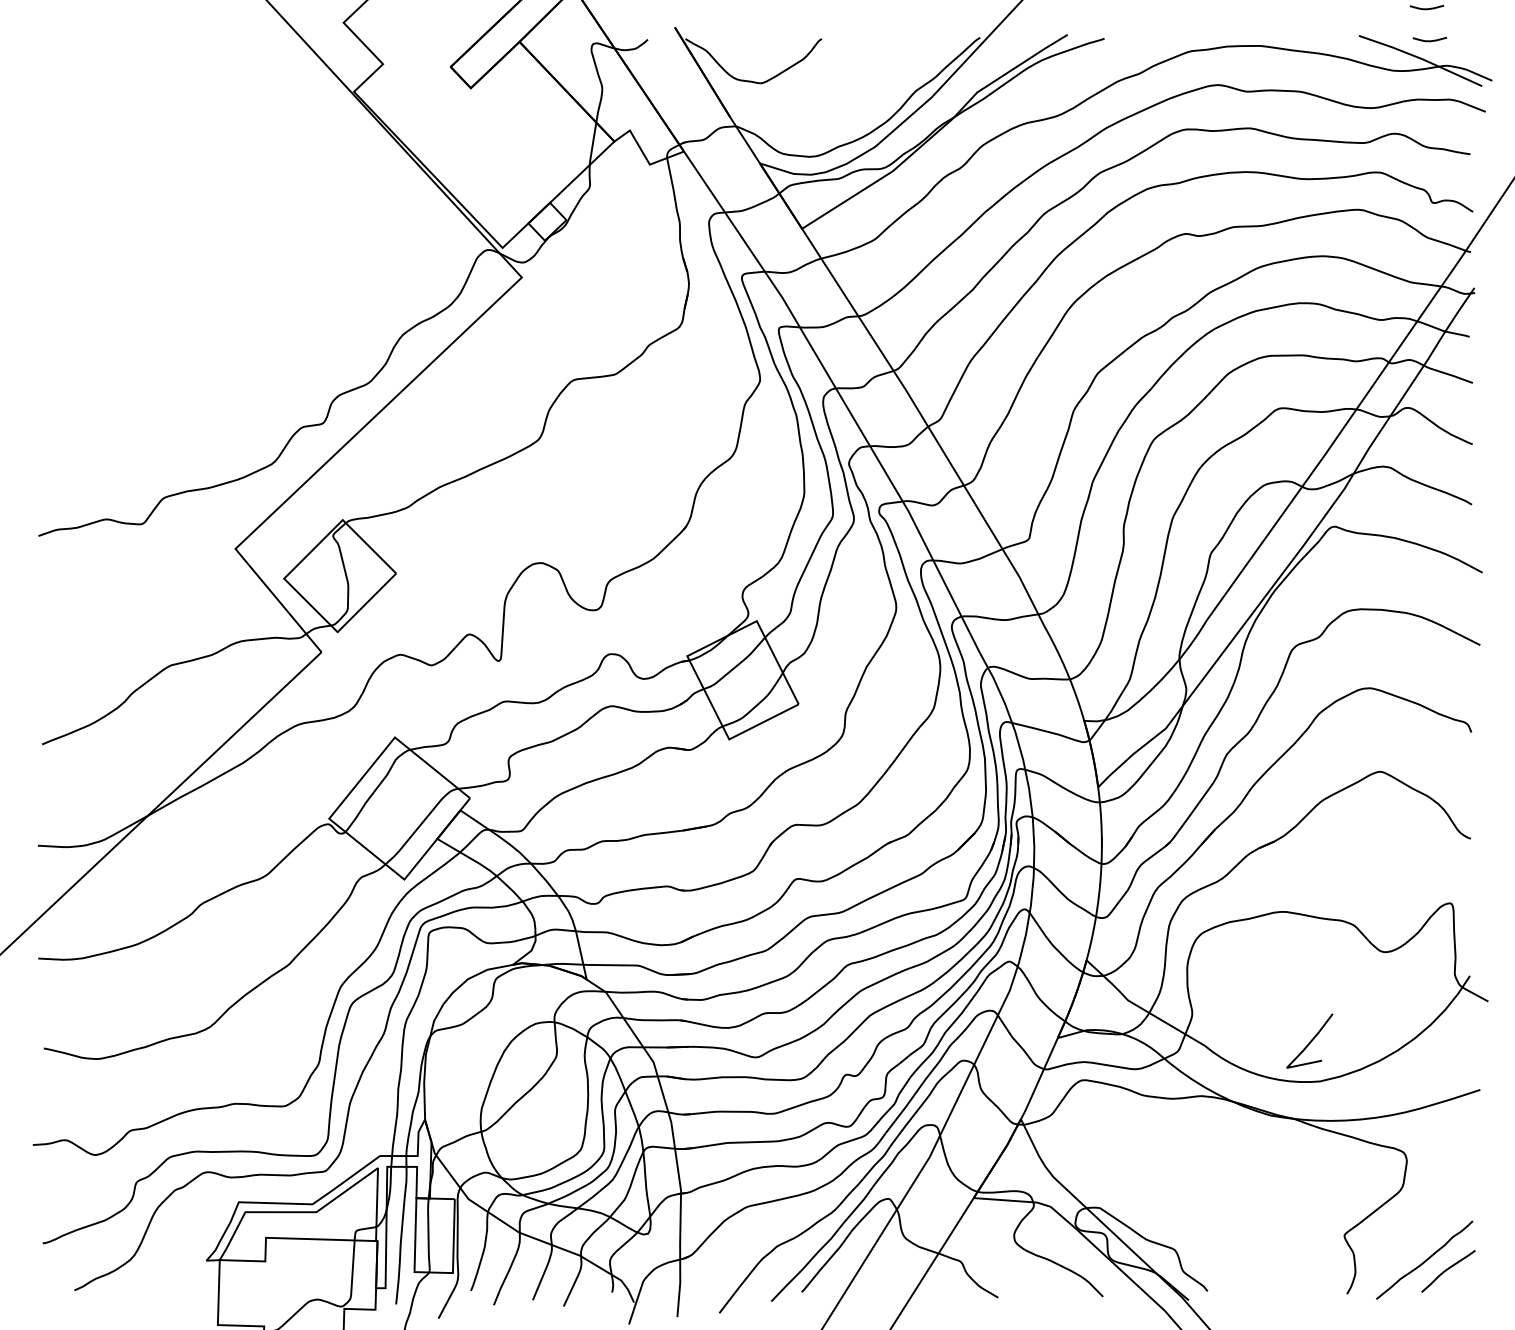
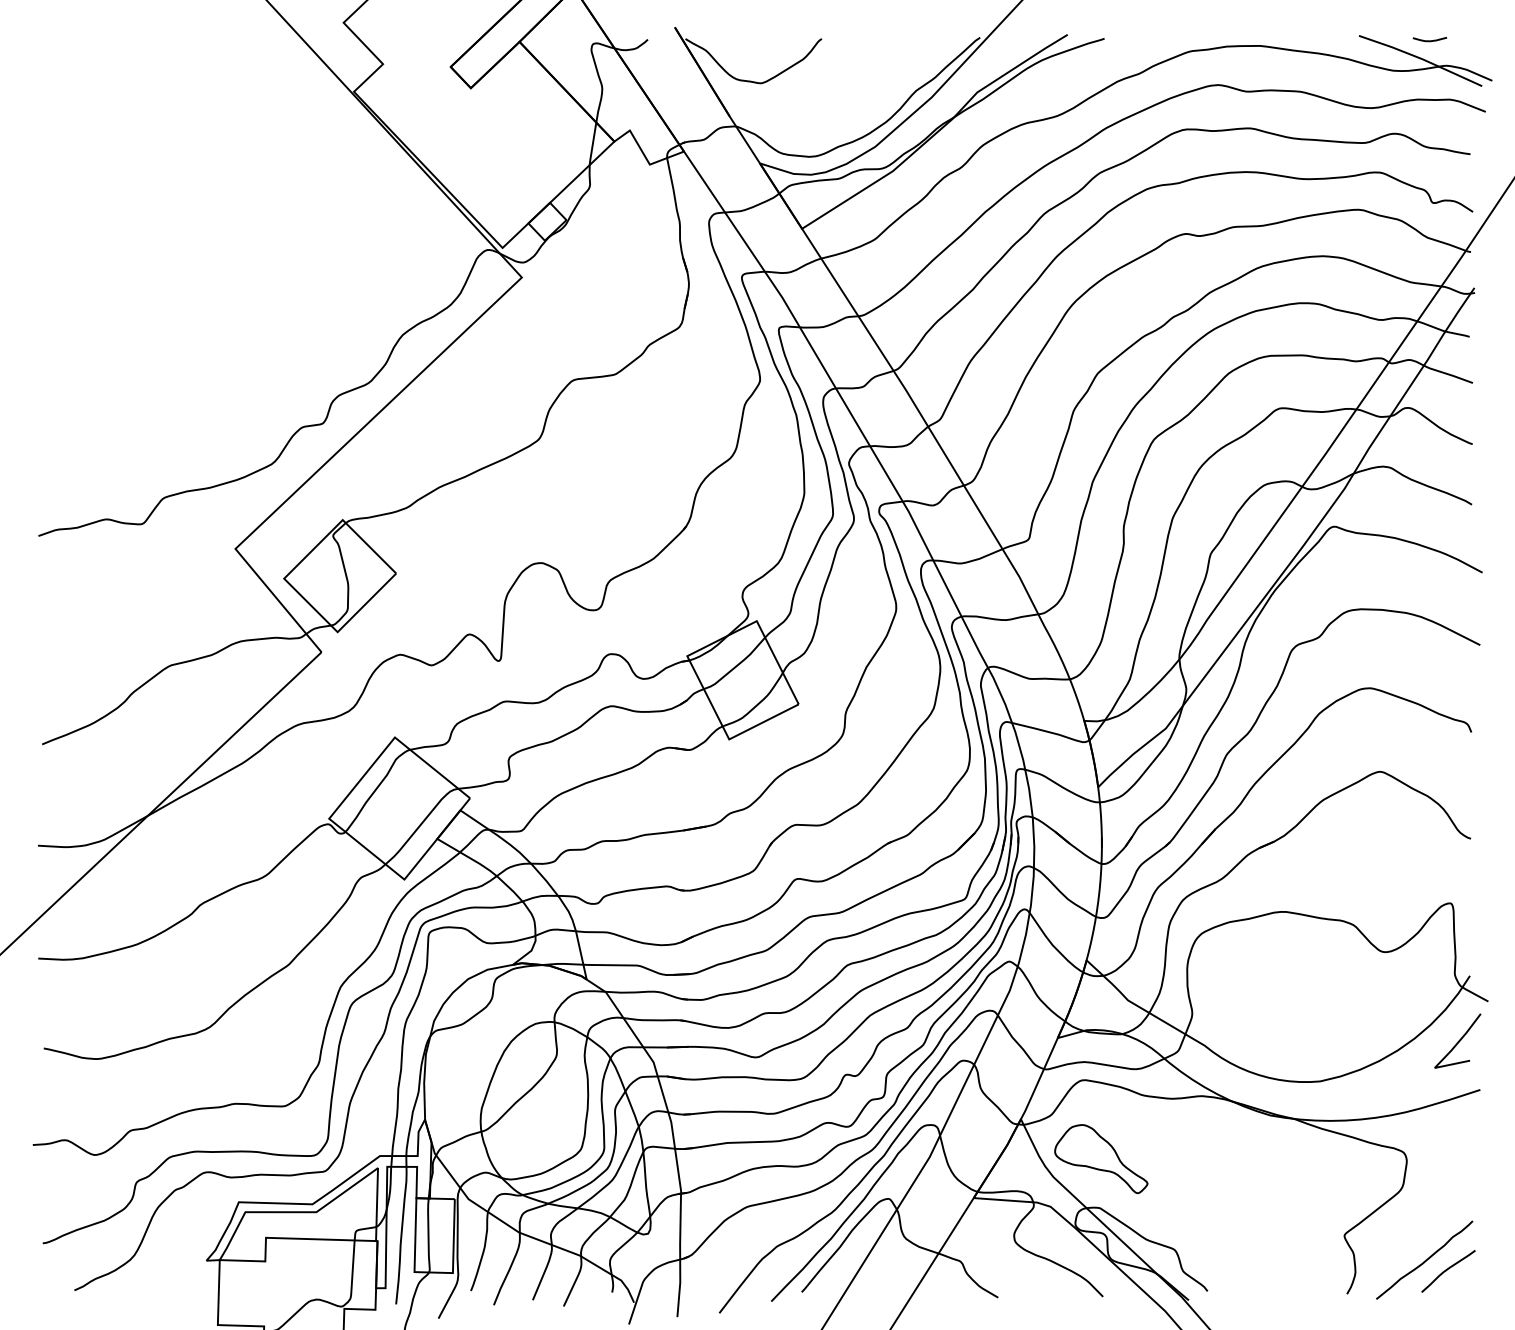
curve at (1426, 8): present -> none
line at (1310, 1040) position: (1310, 1040) -> (1458, 1040)
part at (1101, 1158): none -> present
